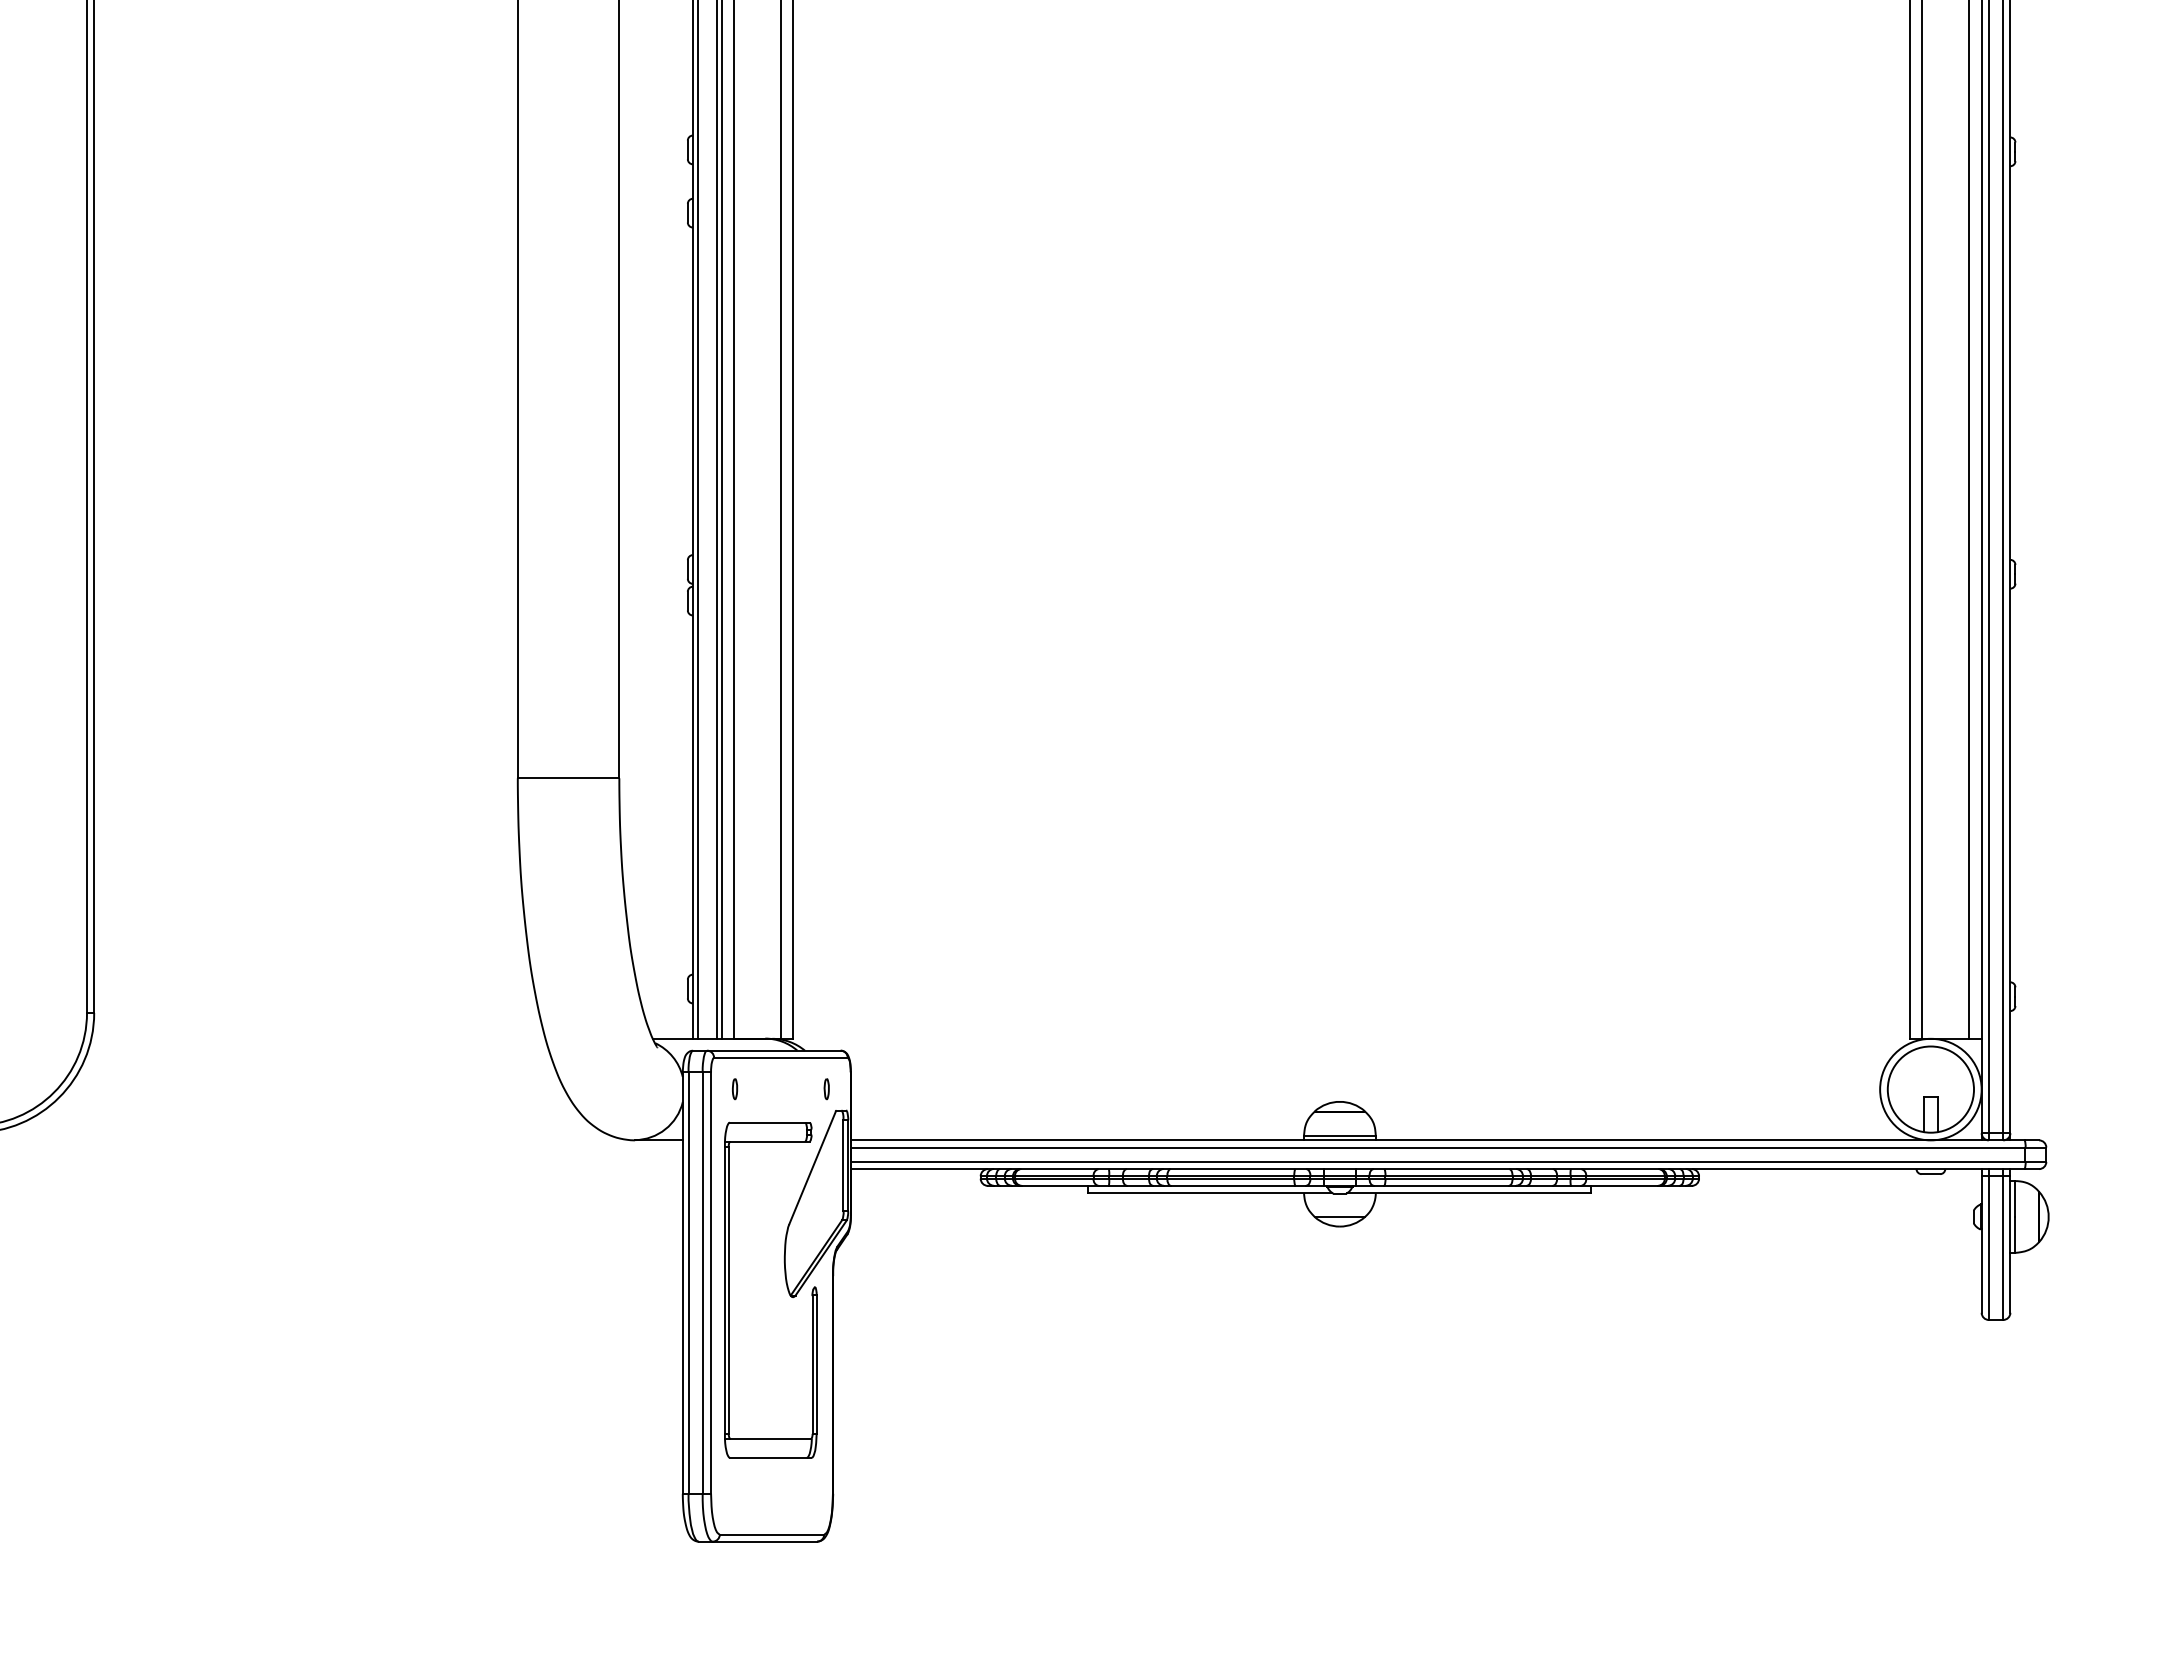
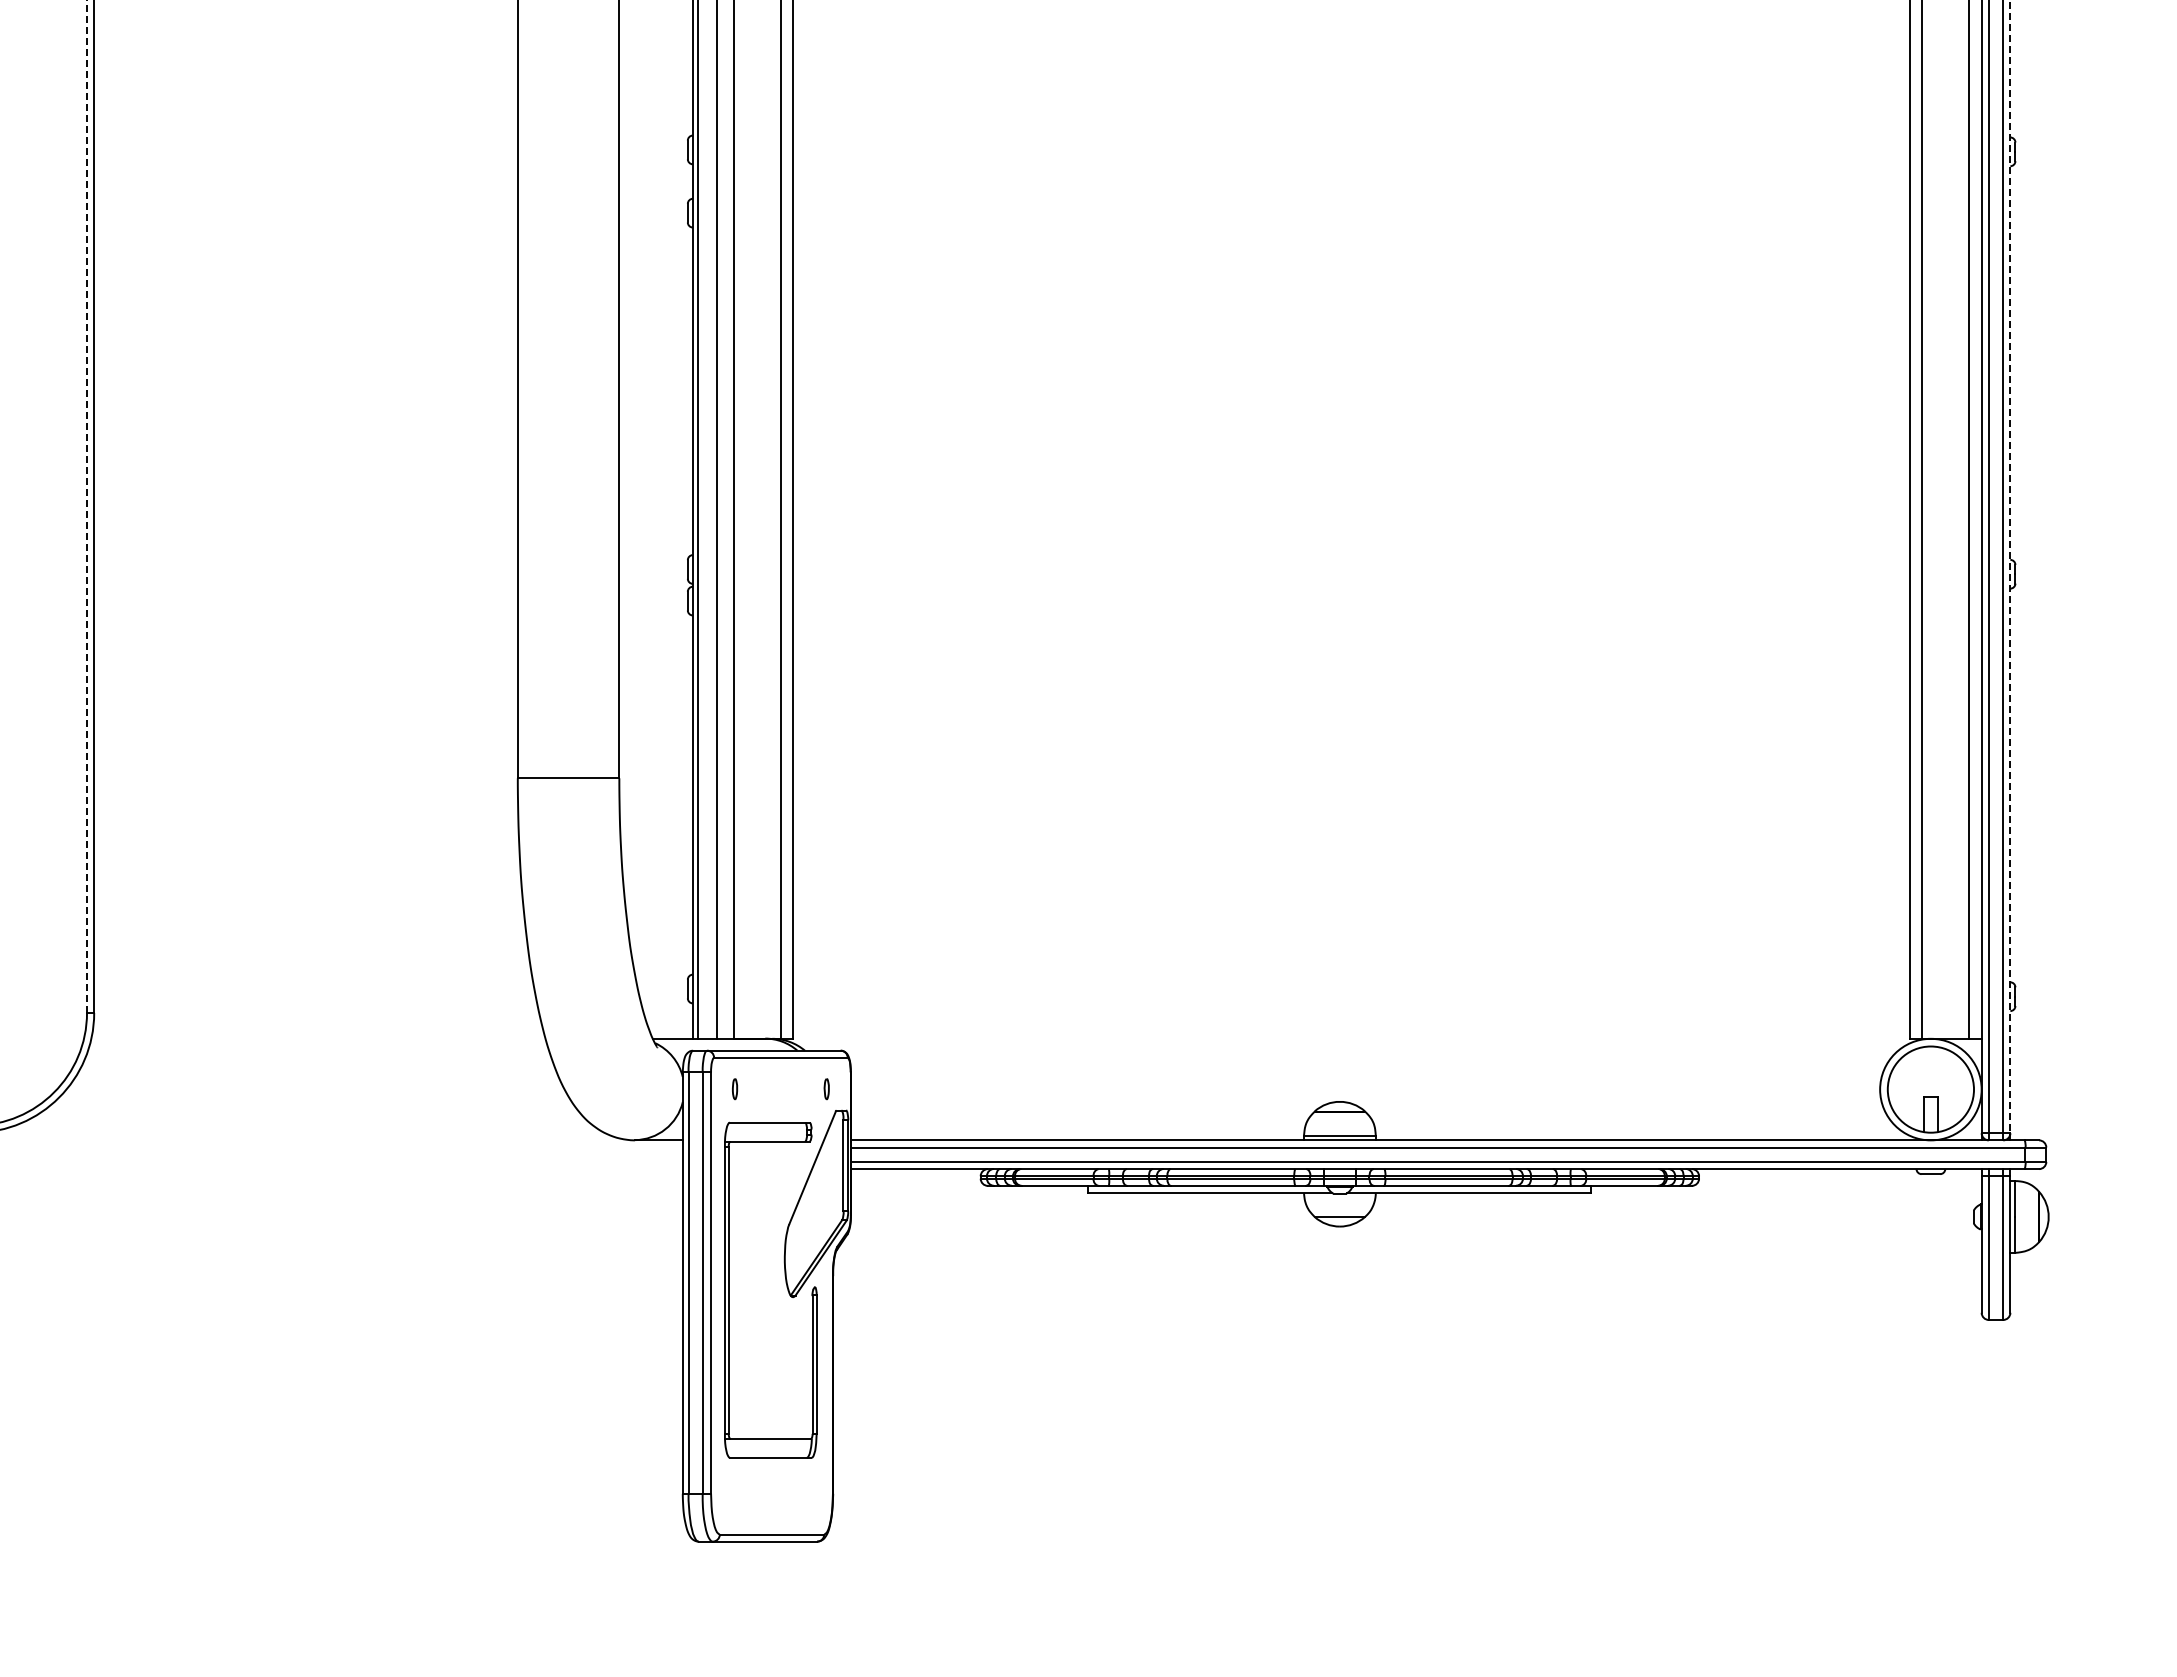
line at (87, 506): solid -> dashed
line at (721, 520): present -> none
line at (2010, 567): solid -> dashed
